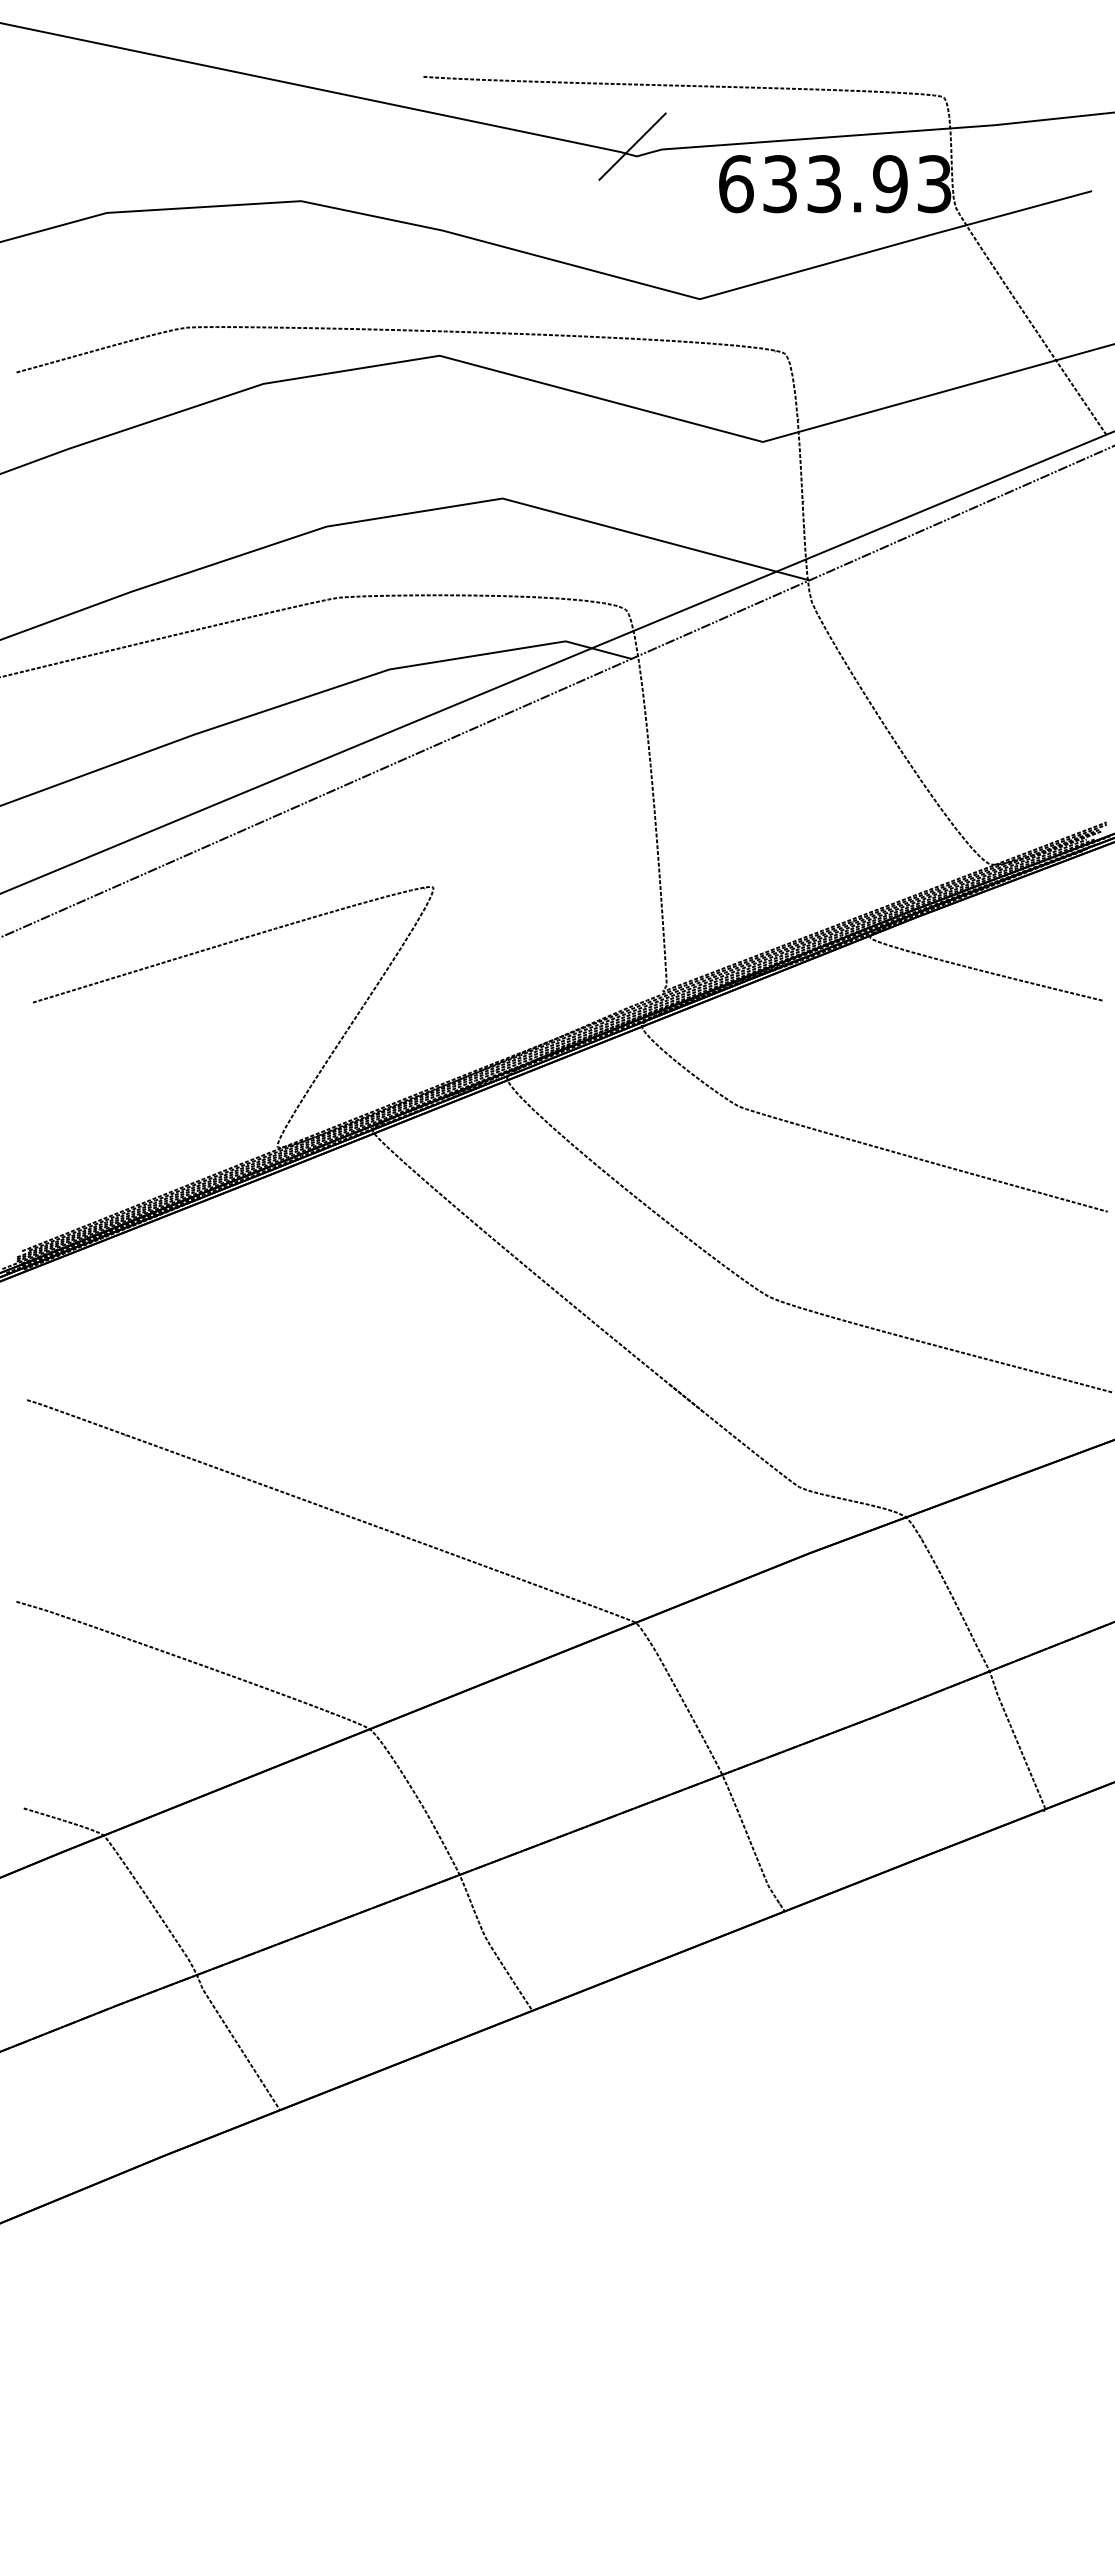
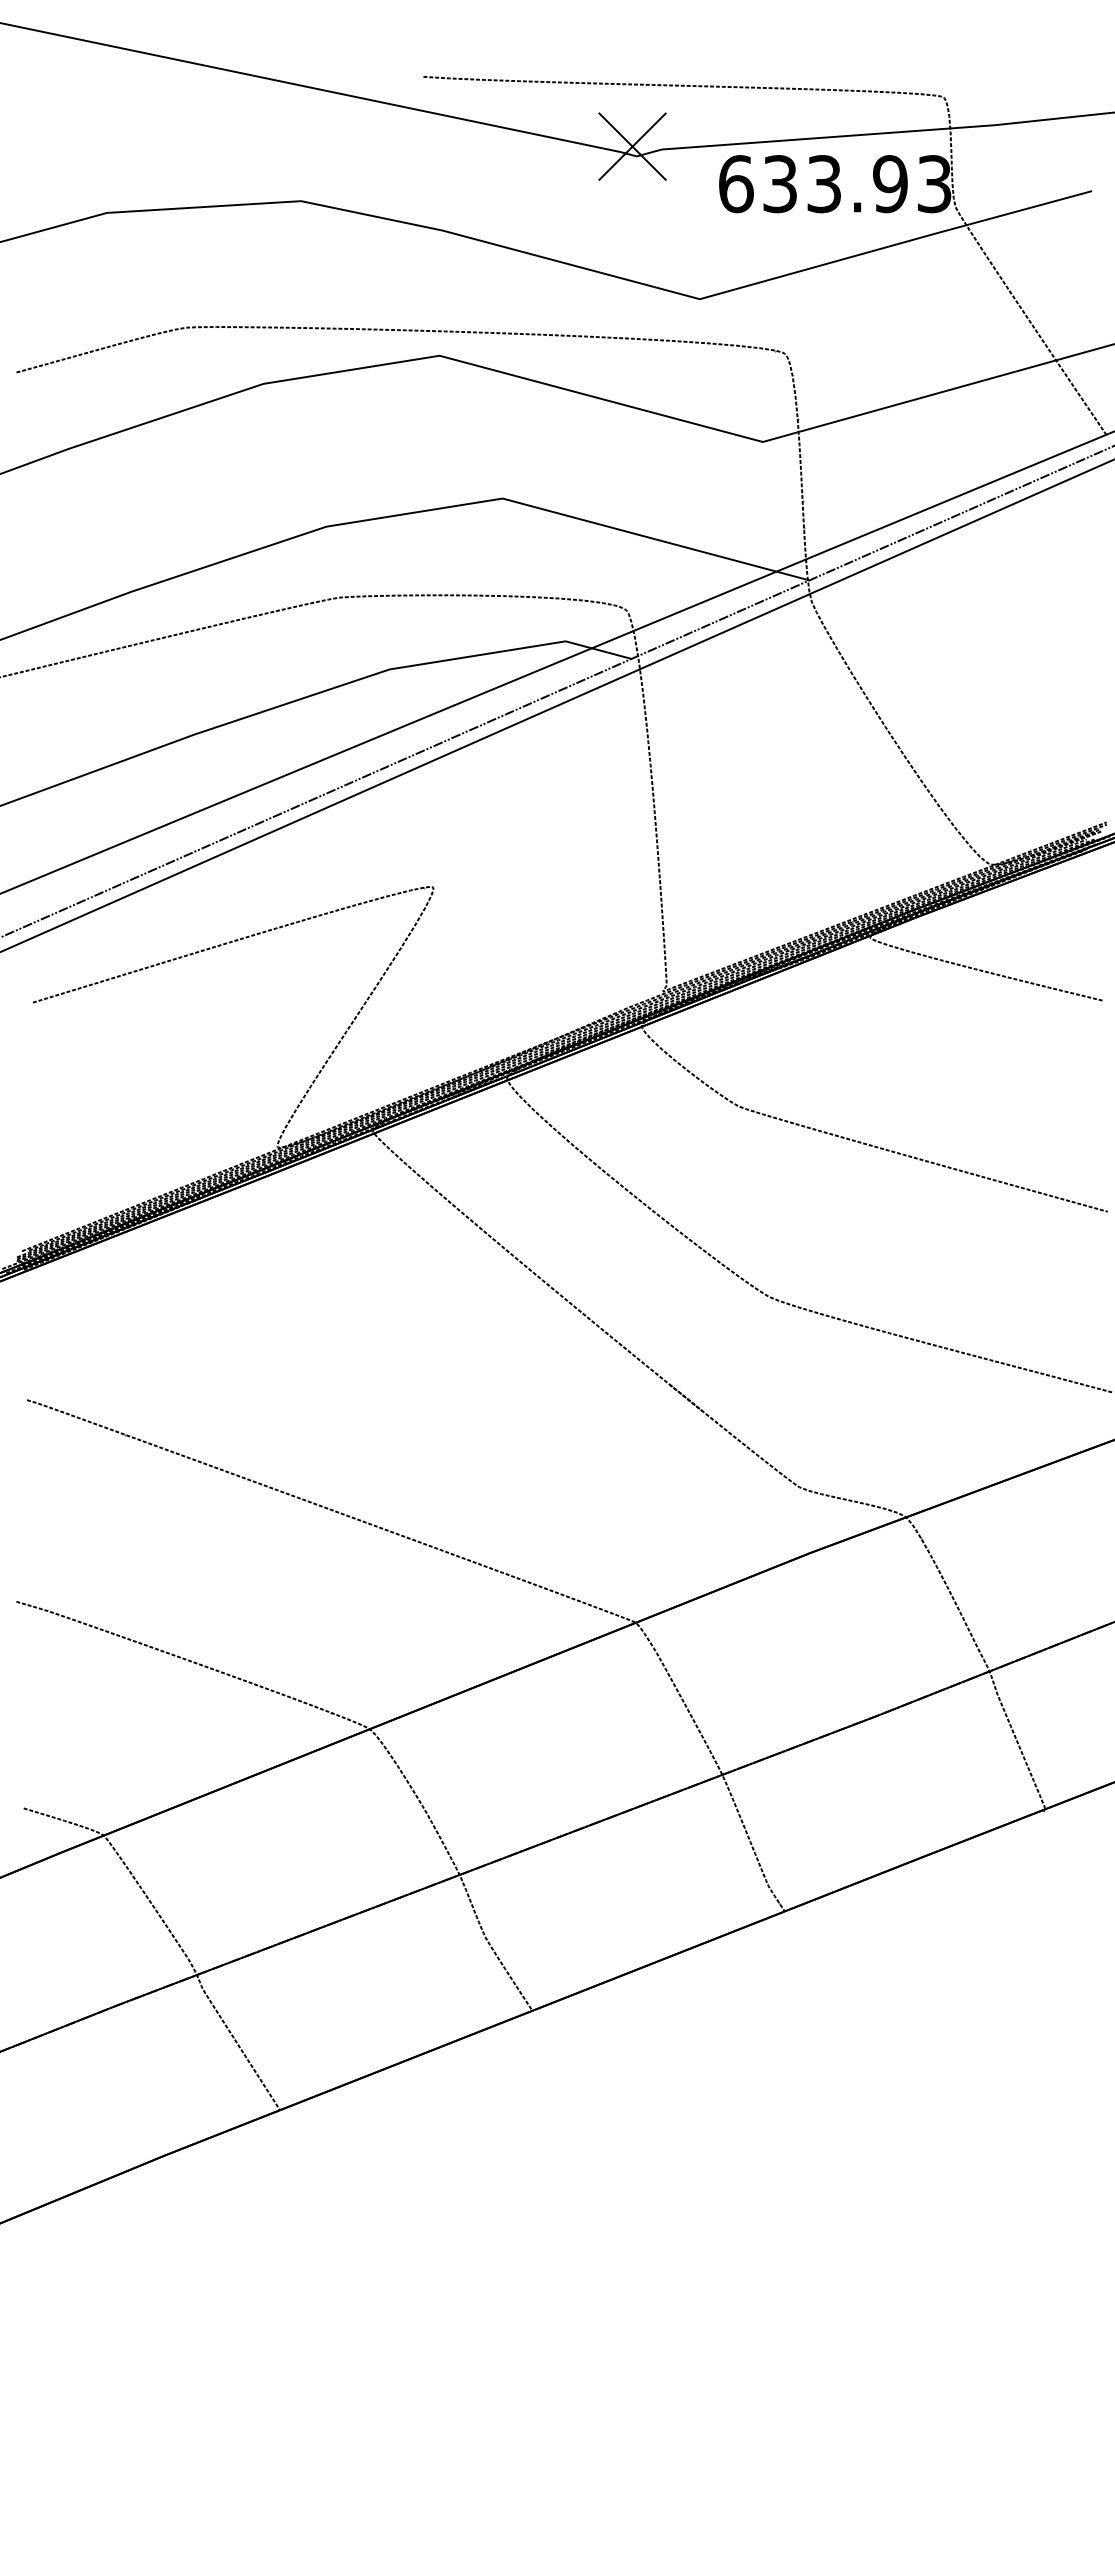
line at (632, 146): none -> present
line at (556, 705): none -> present
